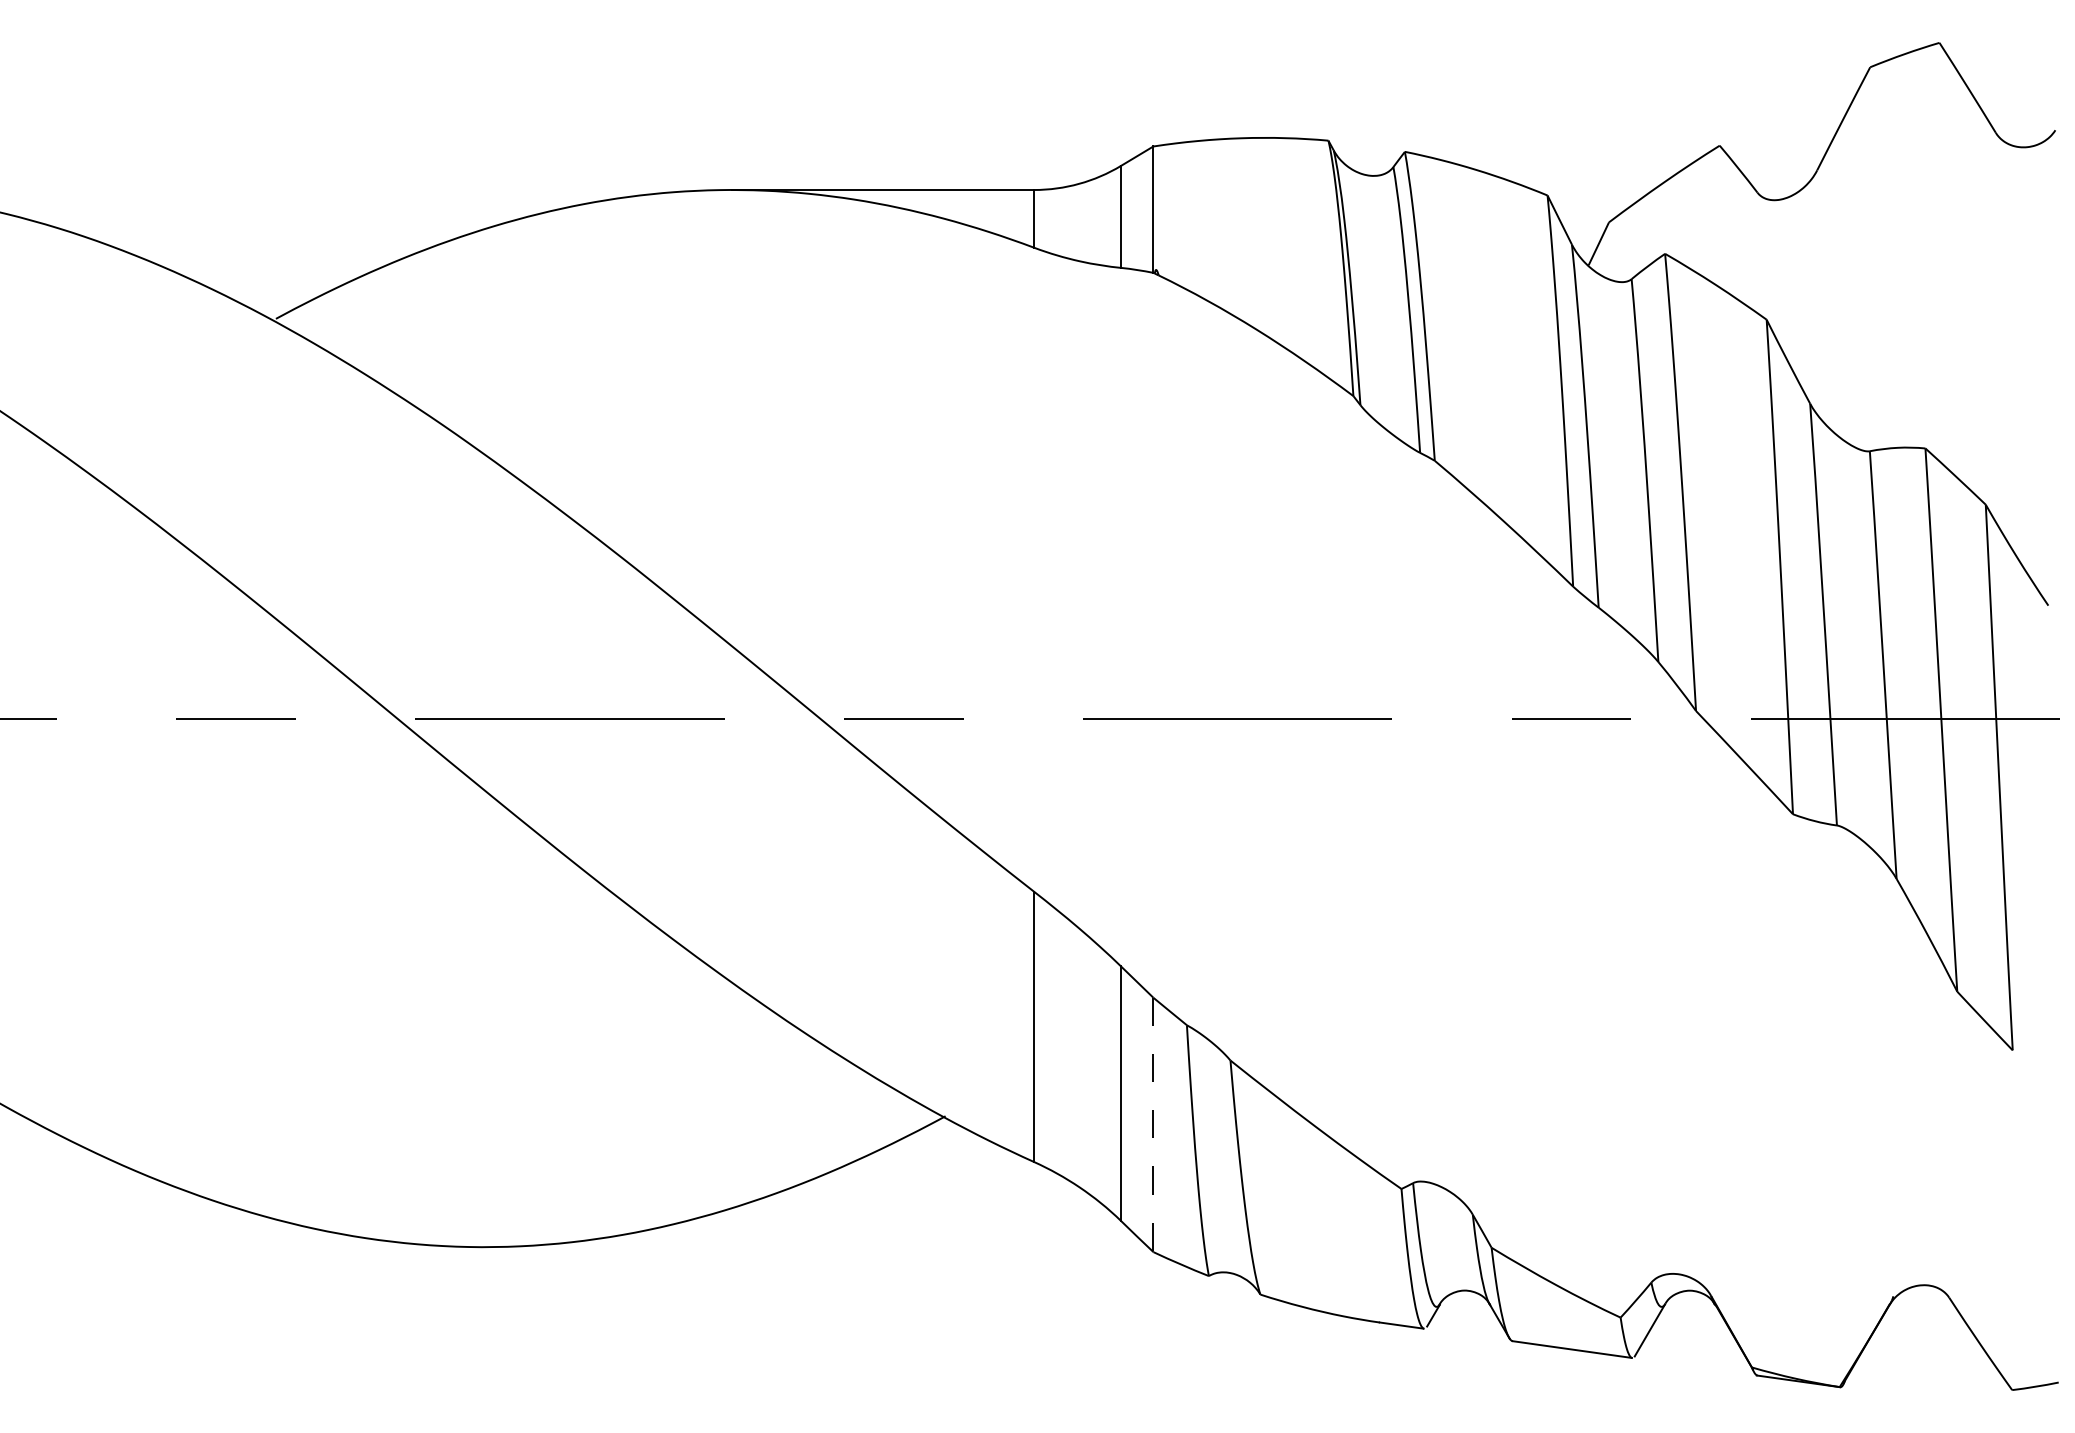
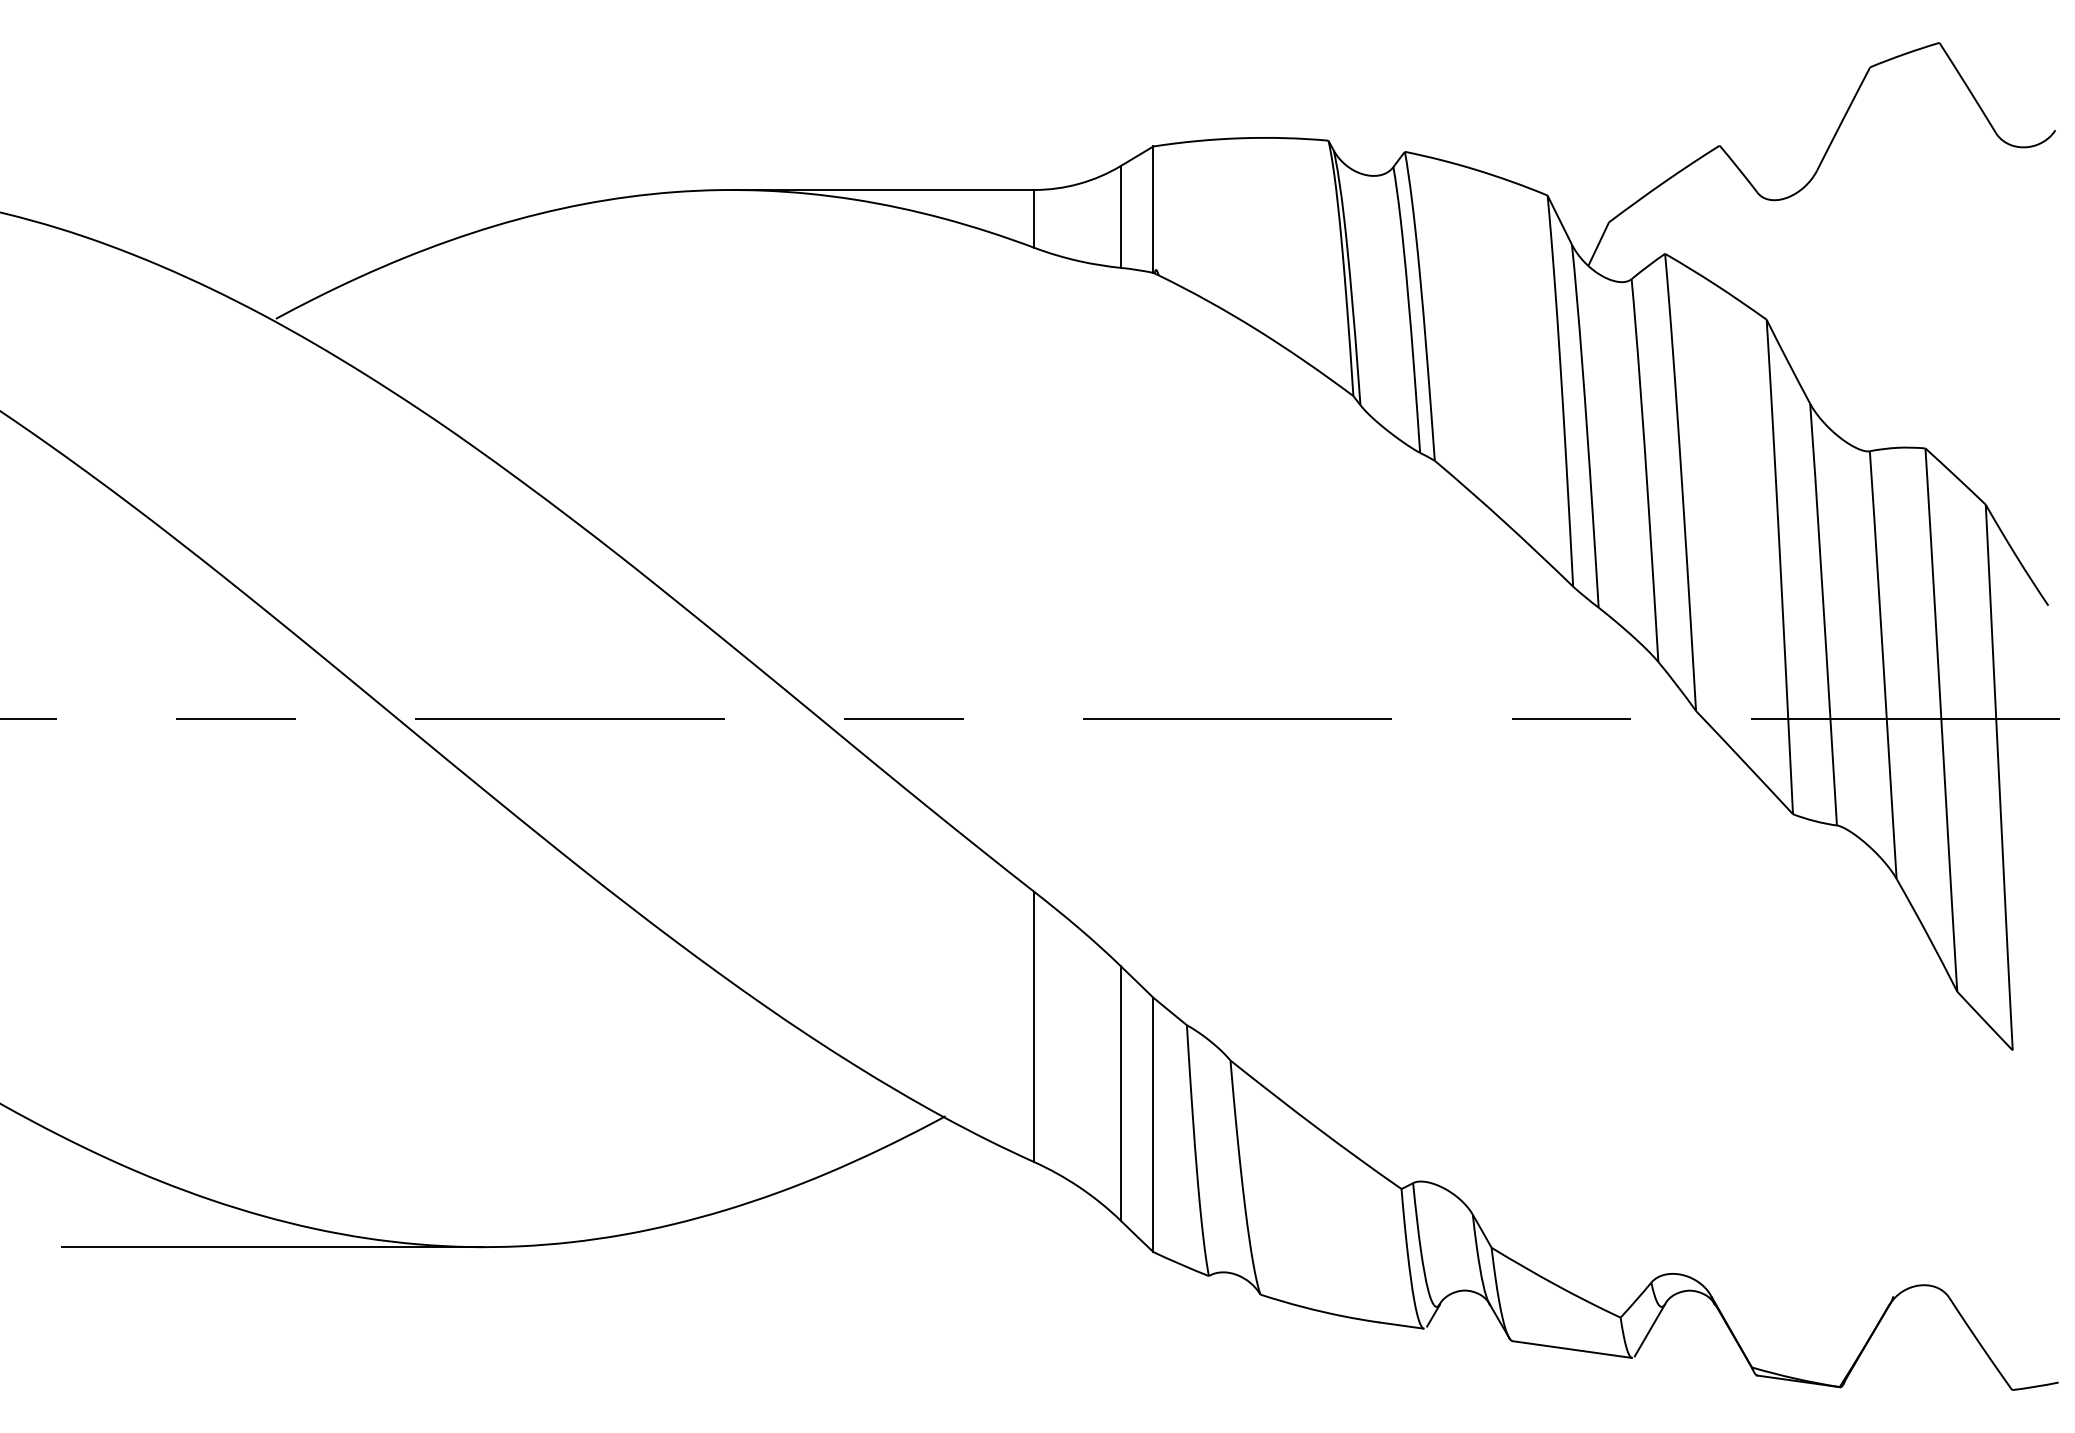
line at (1153, 1125): dashed -> solid
line at (273, 1247): none -> present
